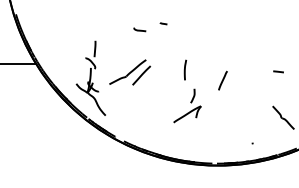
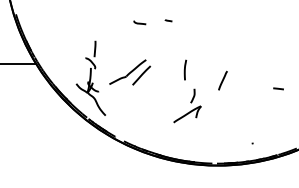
curve at (163, 23) position: (163, 23) -> (168, 20)
curve at (139, 29) position: (139, 29) -> (139, 22)
curve at (278, 71) position: (278, 71) -> (278, 88)
part at (283, 117): present -> none
